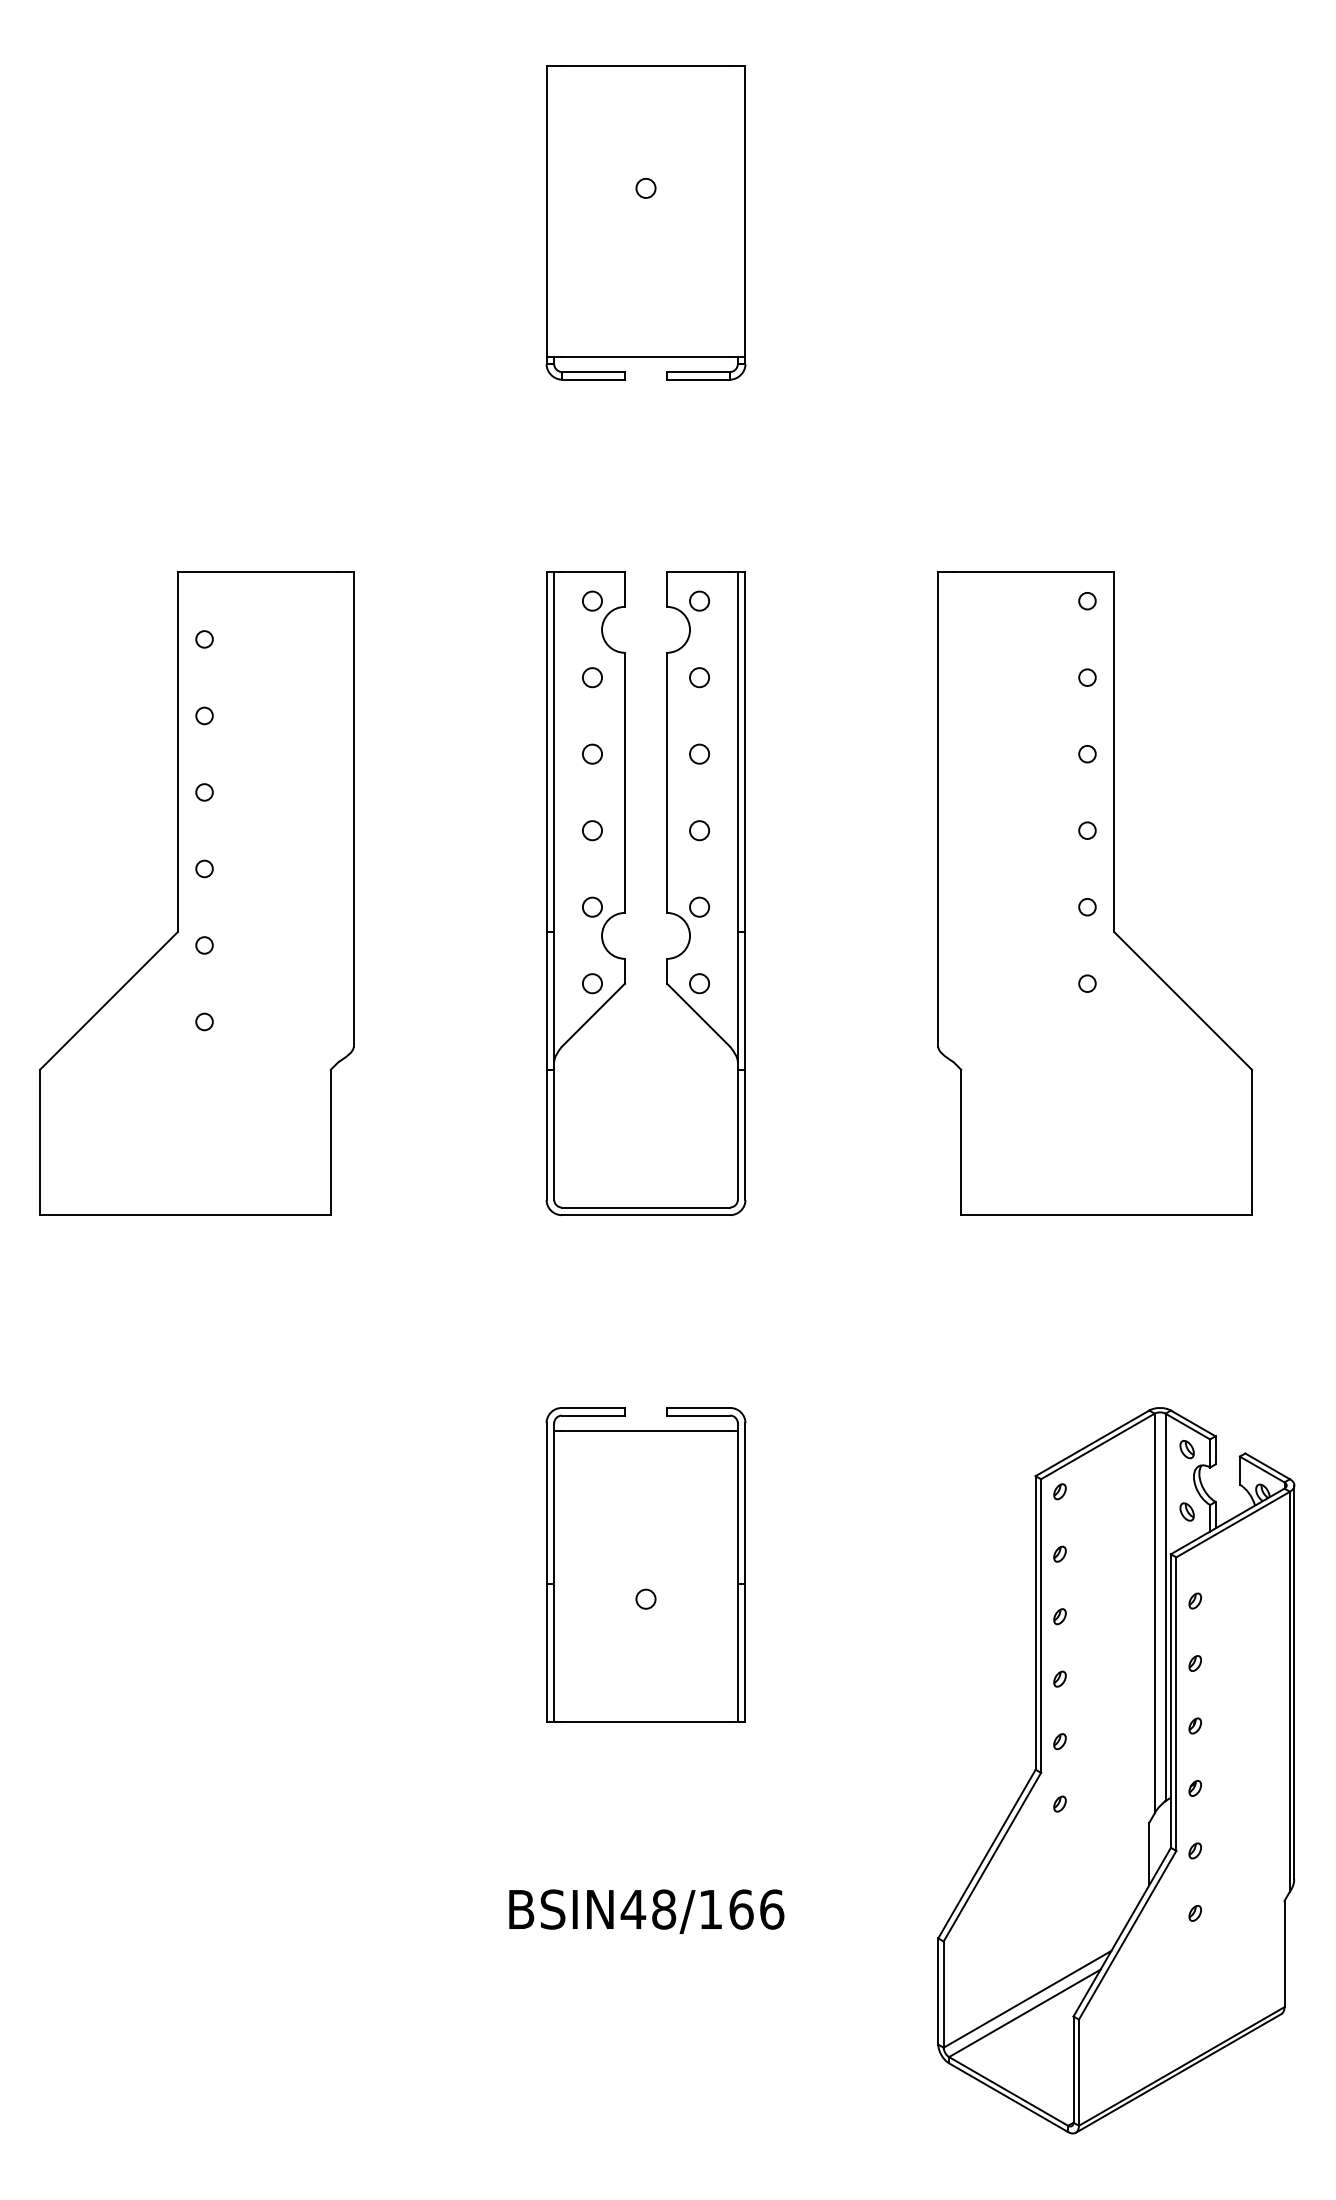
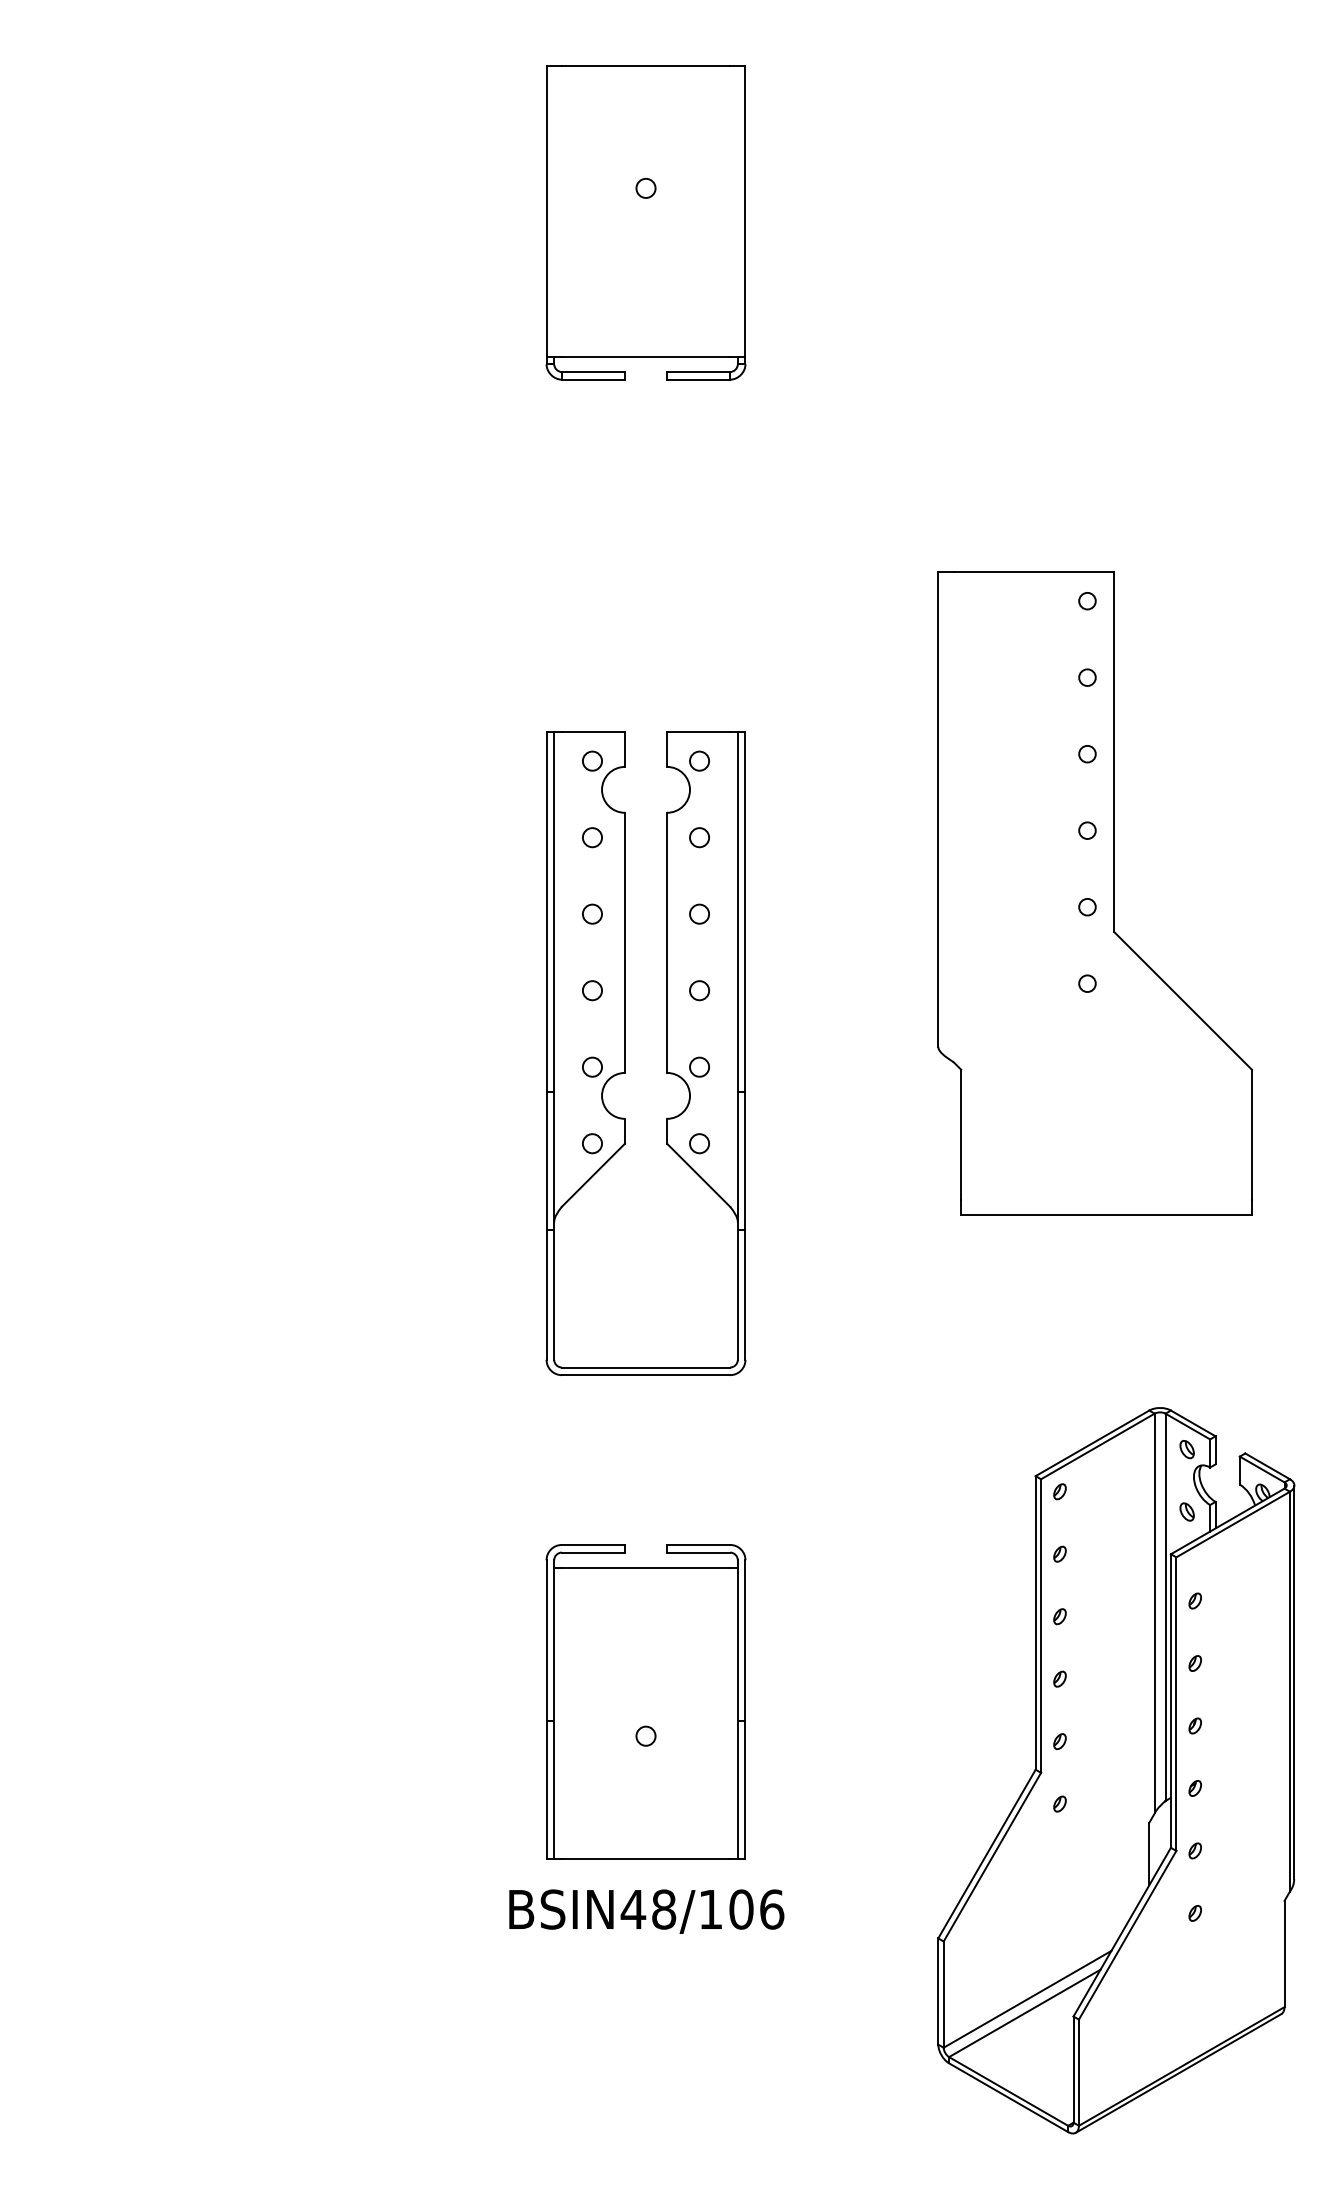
part at (196, 893): present -> none
part at (625, 893) position: (625, 893) -> (625, 1053)
part at (645, 1564) position: (645, 1564) -> (645, 1701)
text at (741, 1909): BSIN48/166 -> BSIN48/106
